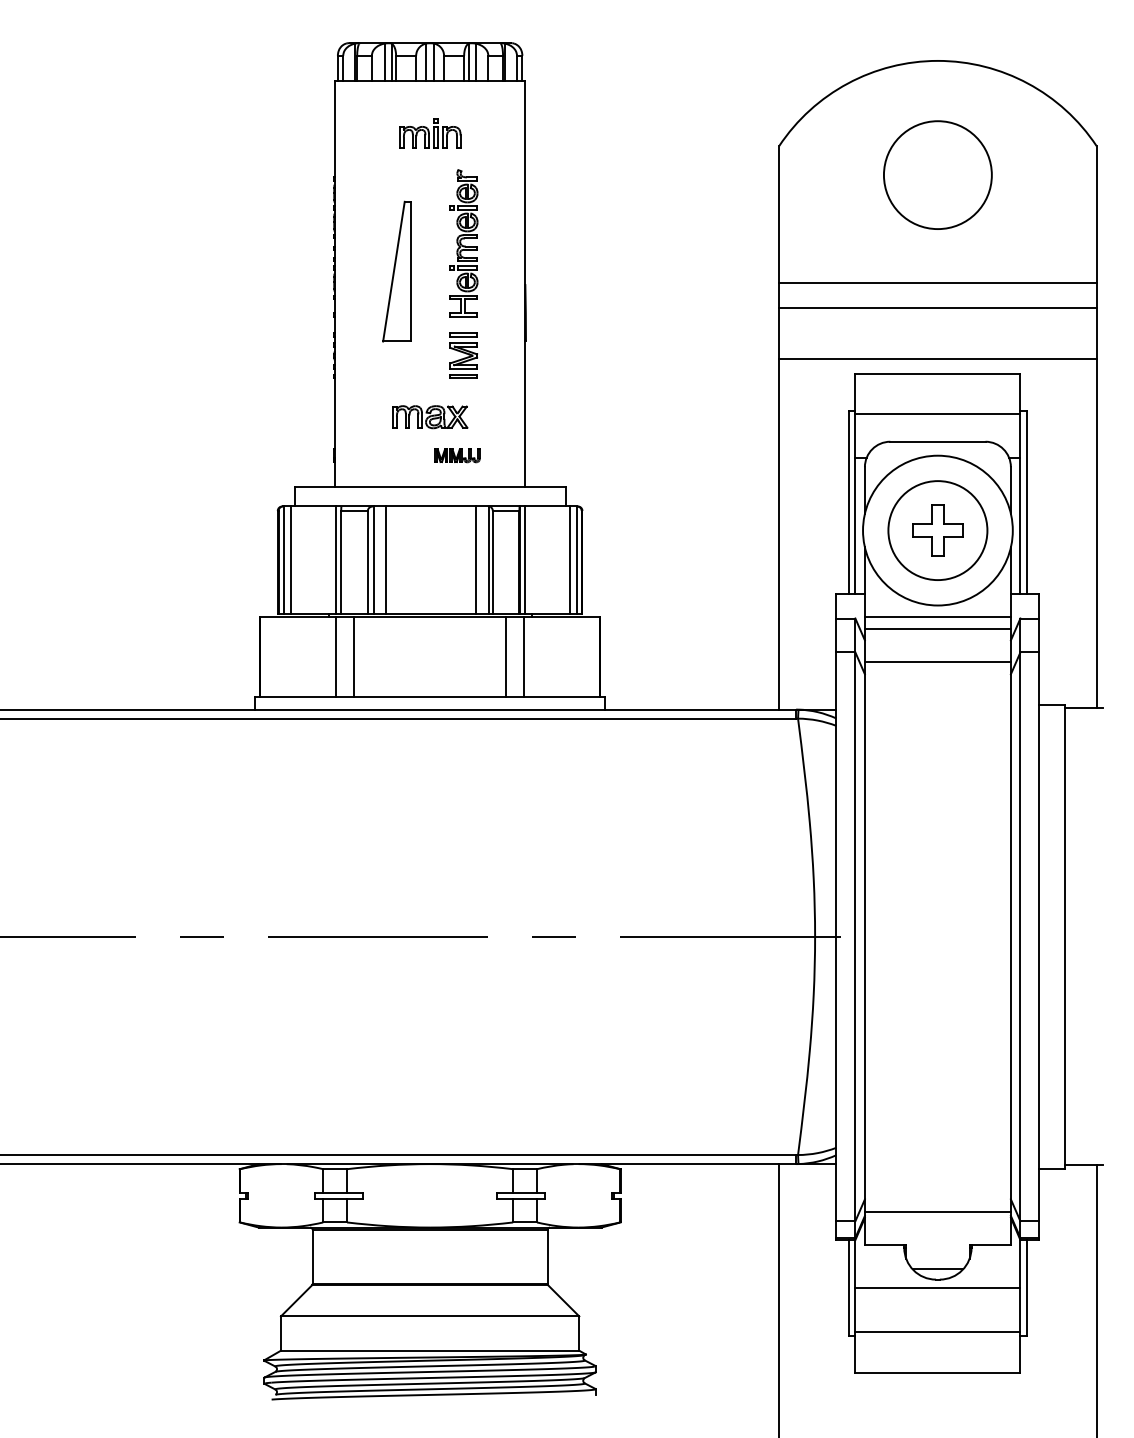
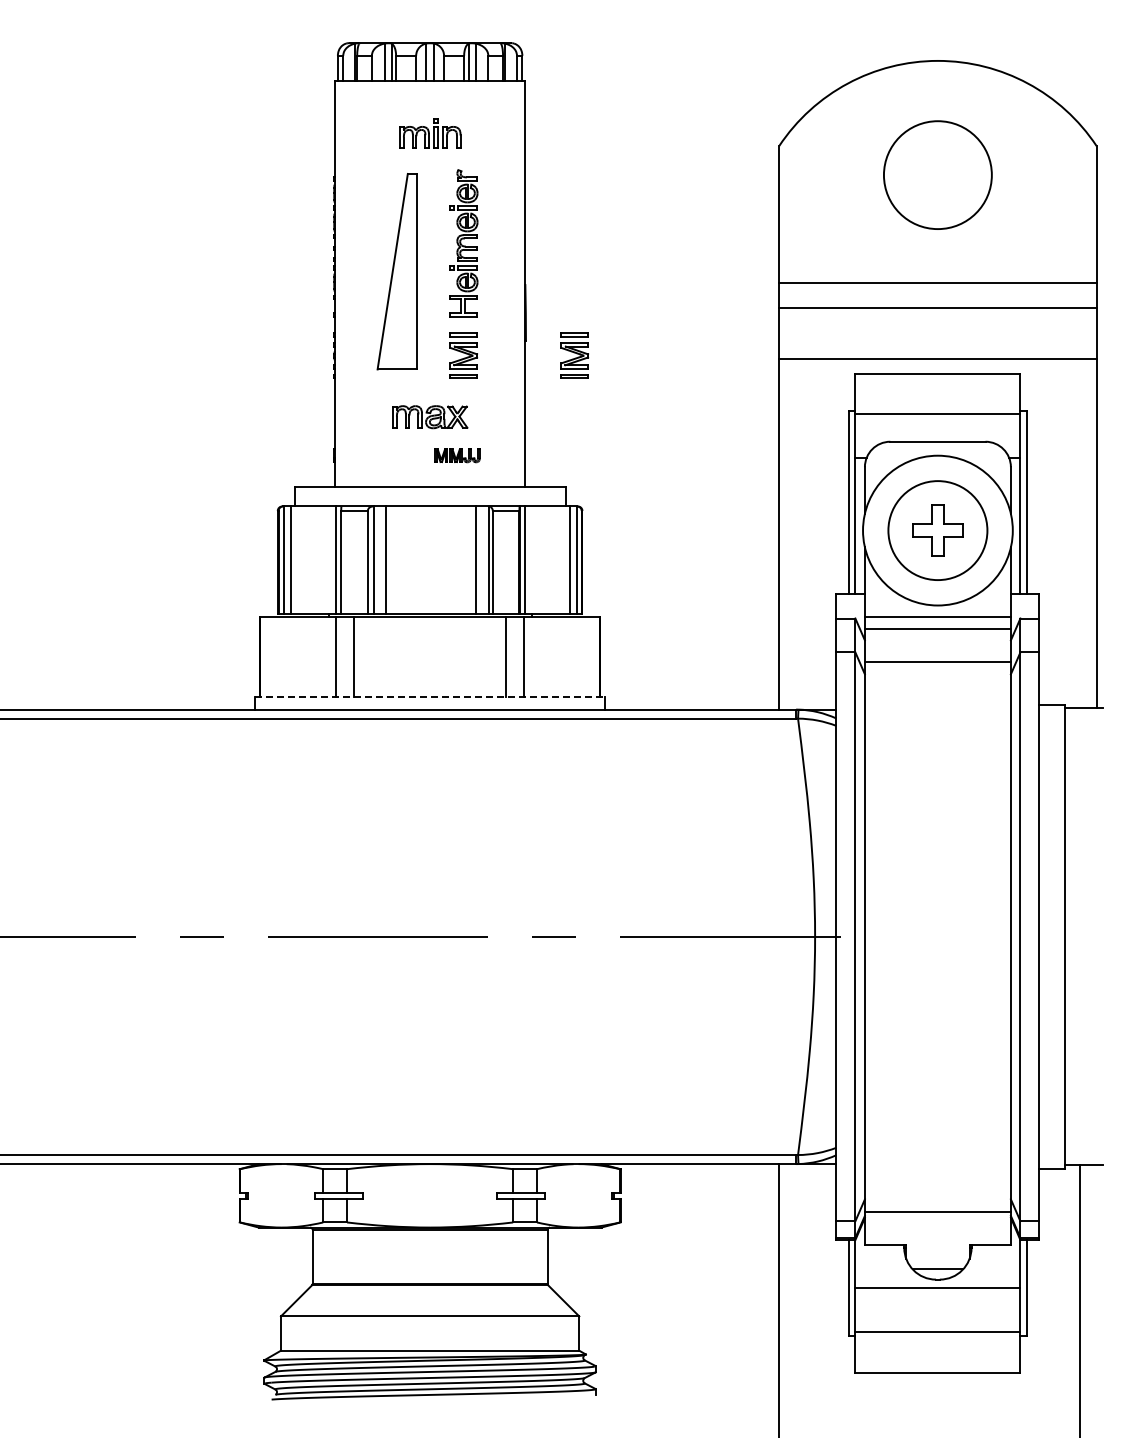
part at (396, 271) size: 30x143 px -> 42x198 px
part at (574, 355): none -> present
line at (430, 696): solid -> dashed
line at (1096, 1299) position: (1096, 1299) -> (1079, 1299)
